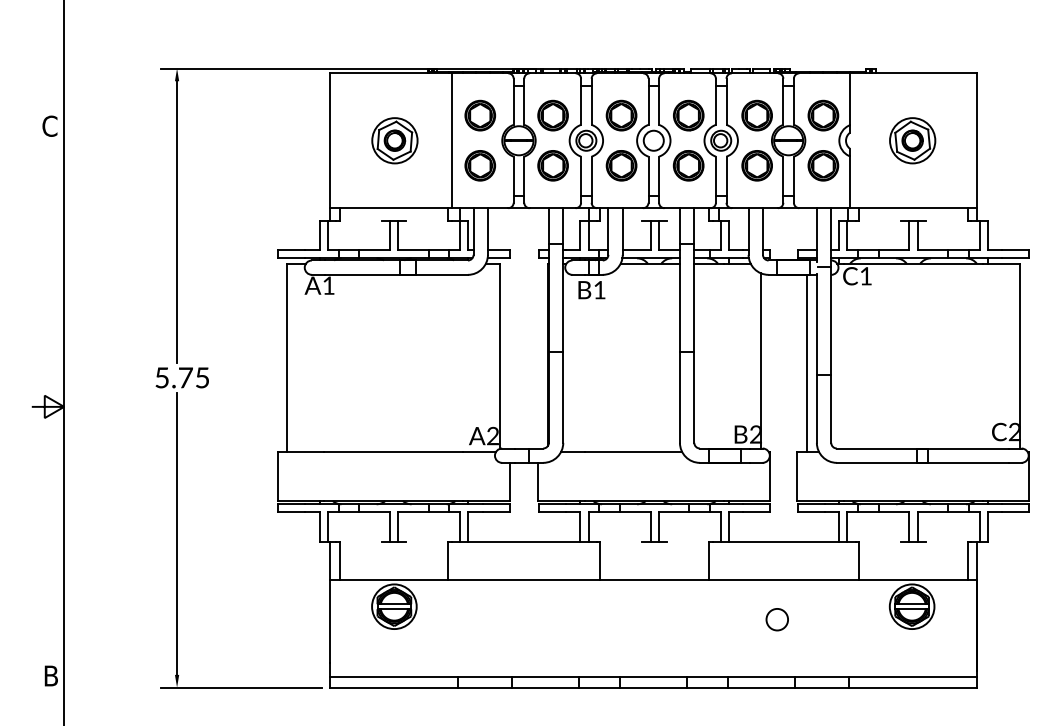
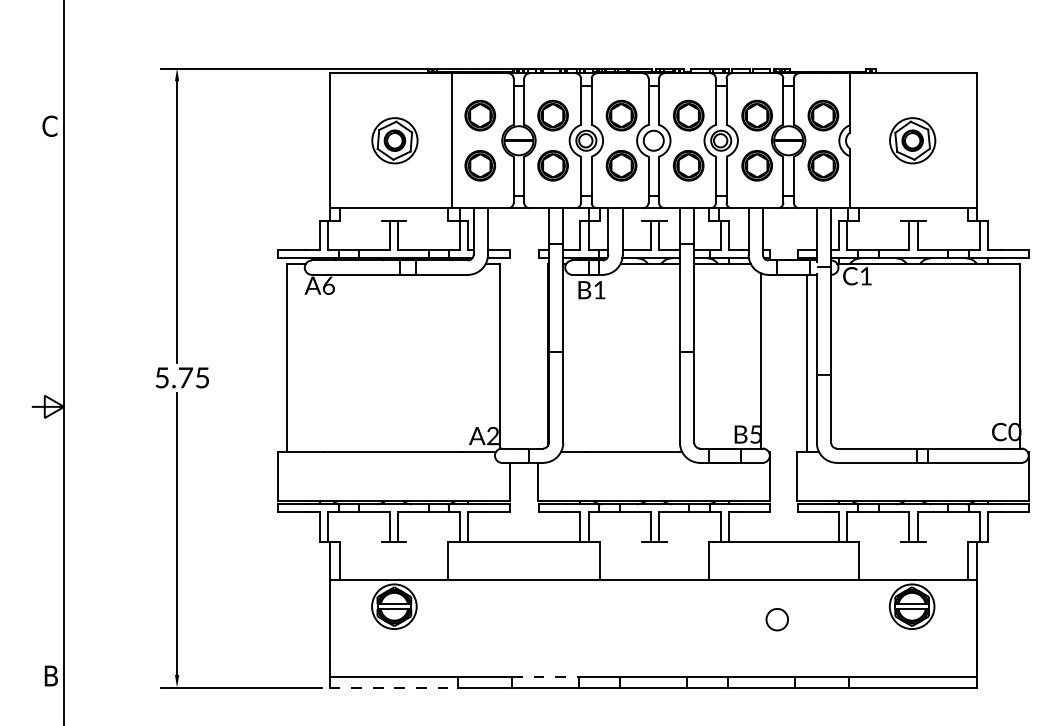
text at (328, 285): A1 -> A6
text at (1014, 432): C2 -> C0
text at (754, 434): B2 -> B5
line at (545, 676): solid -> dashed
line at (394, 687): solid -> dashed
